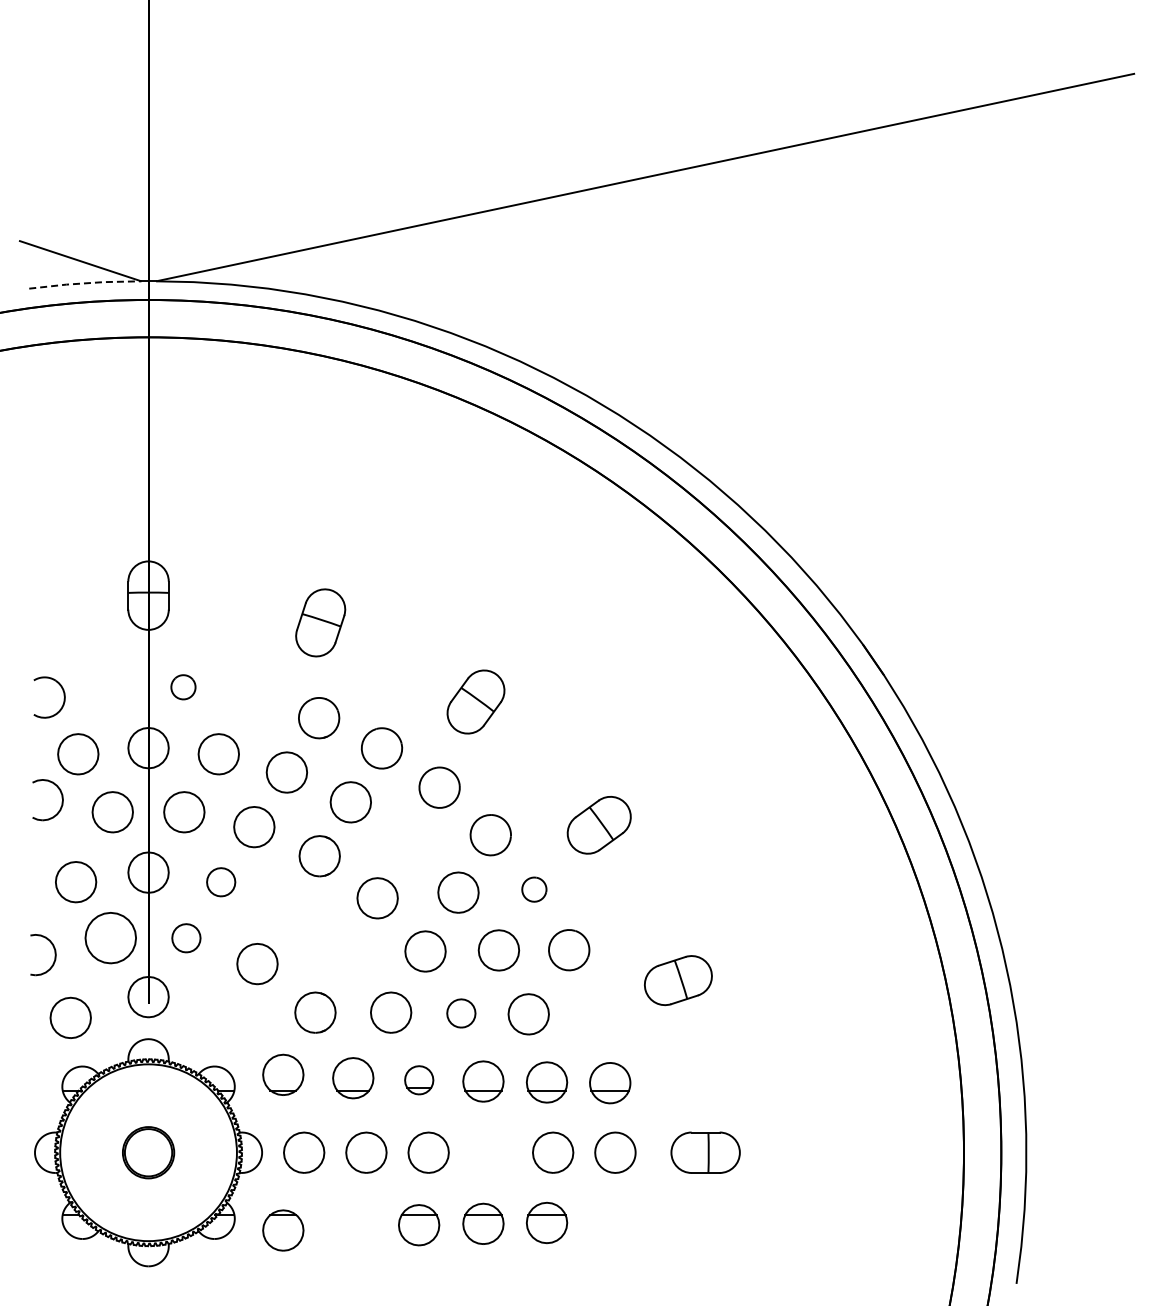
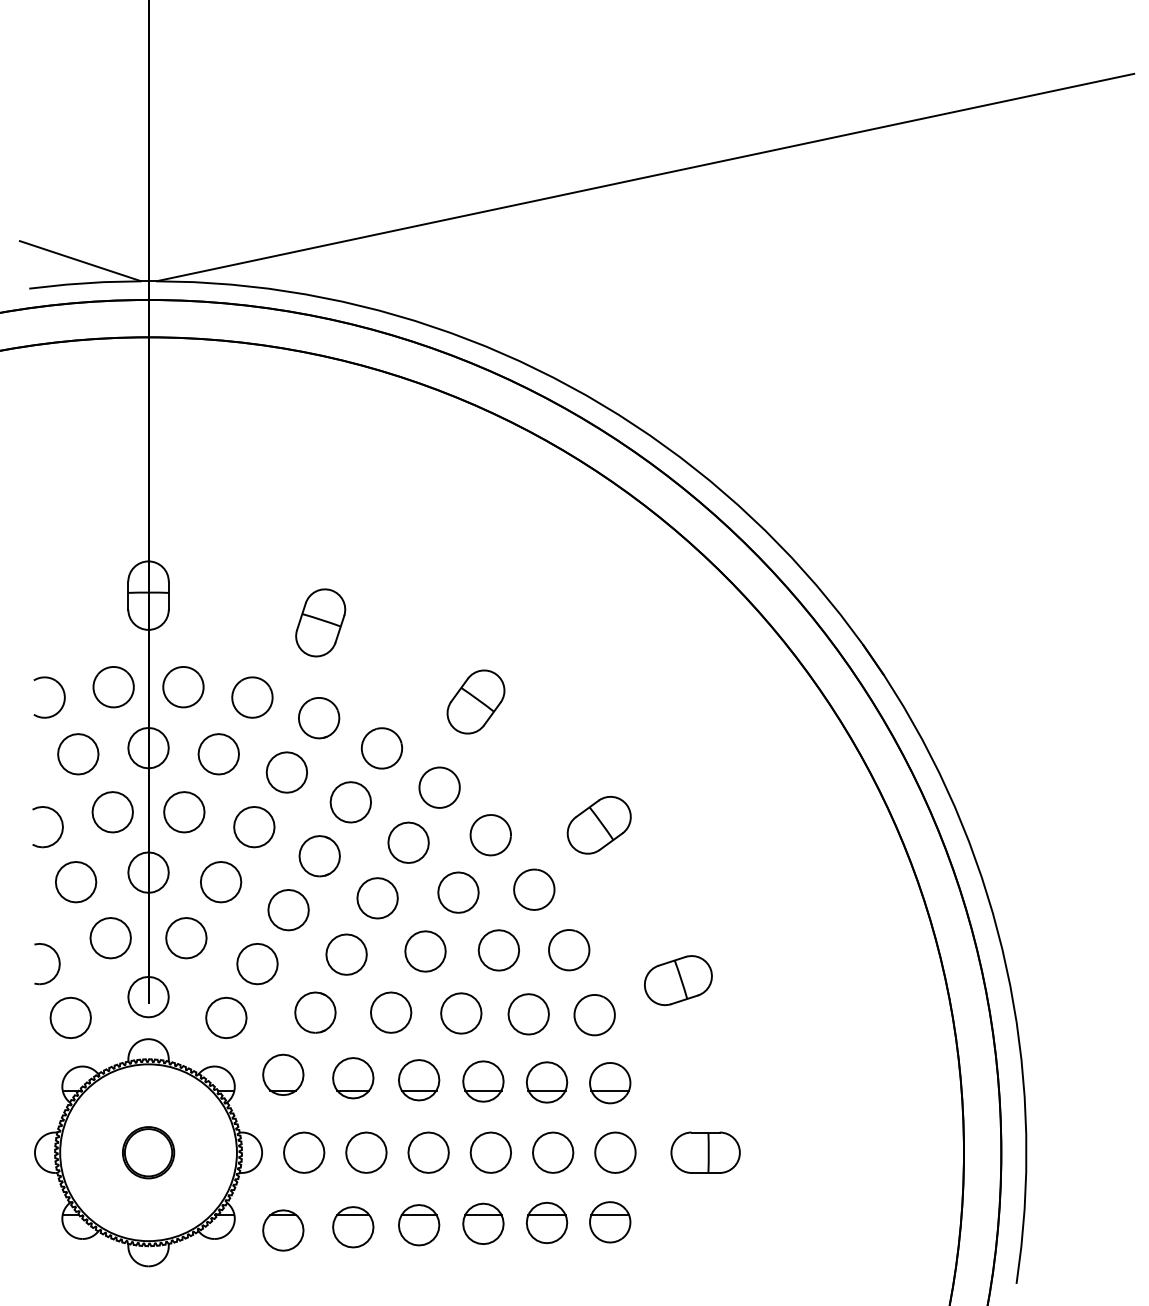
line at (85, 283): dashed -> solid
part at (113, 687): none -> present
part at (183, 687) size: 27x27 px -> 43x43 px
part at (252, 697): none -> present
part at (61, 801) position: (61, 801) -> (61, 828)
part at (408, 842): none -> present
part at (221, 882) size: 31x31 px -> 43x43 px
part at (534, 889) size: 27x27 px -> 43x43 px
part at (288, 910): none -> present
part at (110, 938) size: 53x53 px -> 43x43 px
part at (186, 938) size: 31x31 px -> 43x43 px
part at (346, 954): none -> present
part at (54, 955) position: (54, 955) -> (58, 964)
part at (461, 1013) size: 31x31 px -> 43x43 px
part at (594, 1015): none -> present
part at (226, 1017): none -> present
part at (419, 1080) size: 31x31 px -> 43x43 px
part at (490, 1152): none -> present
part at (610, 1222): none -> present
part at (353, 1227): none -> present
